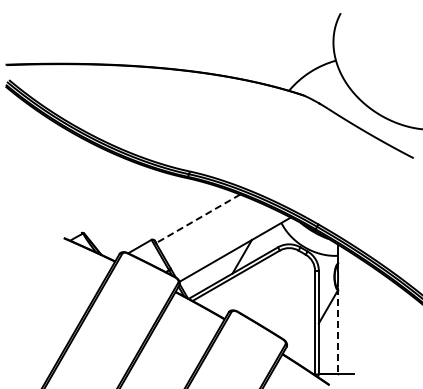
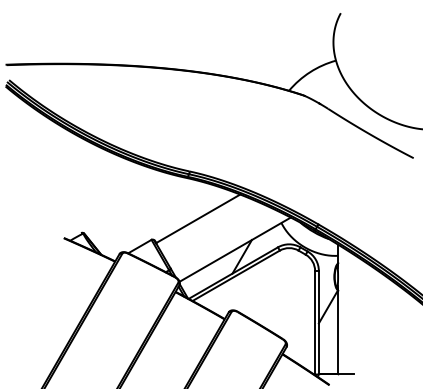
line at (198, 218): dashed -> solid
line at (338, 331): dashed -> solid
